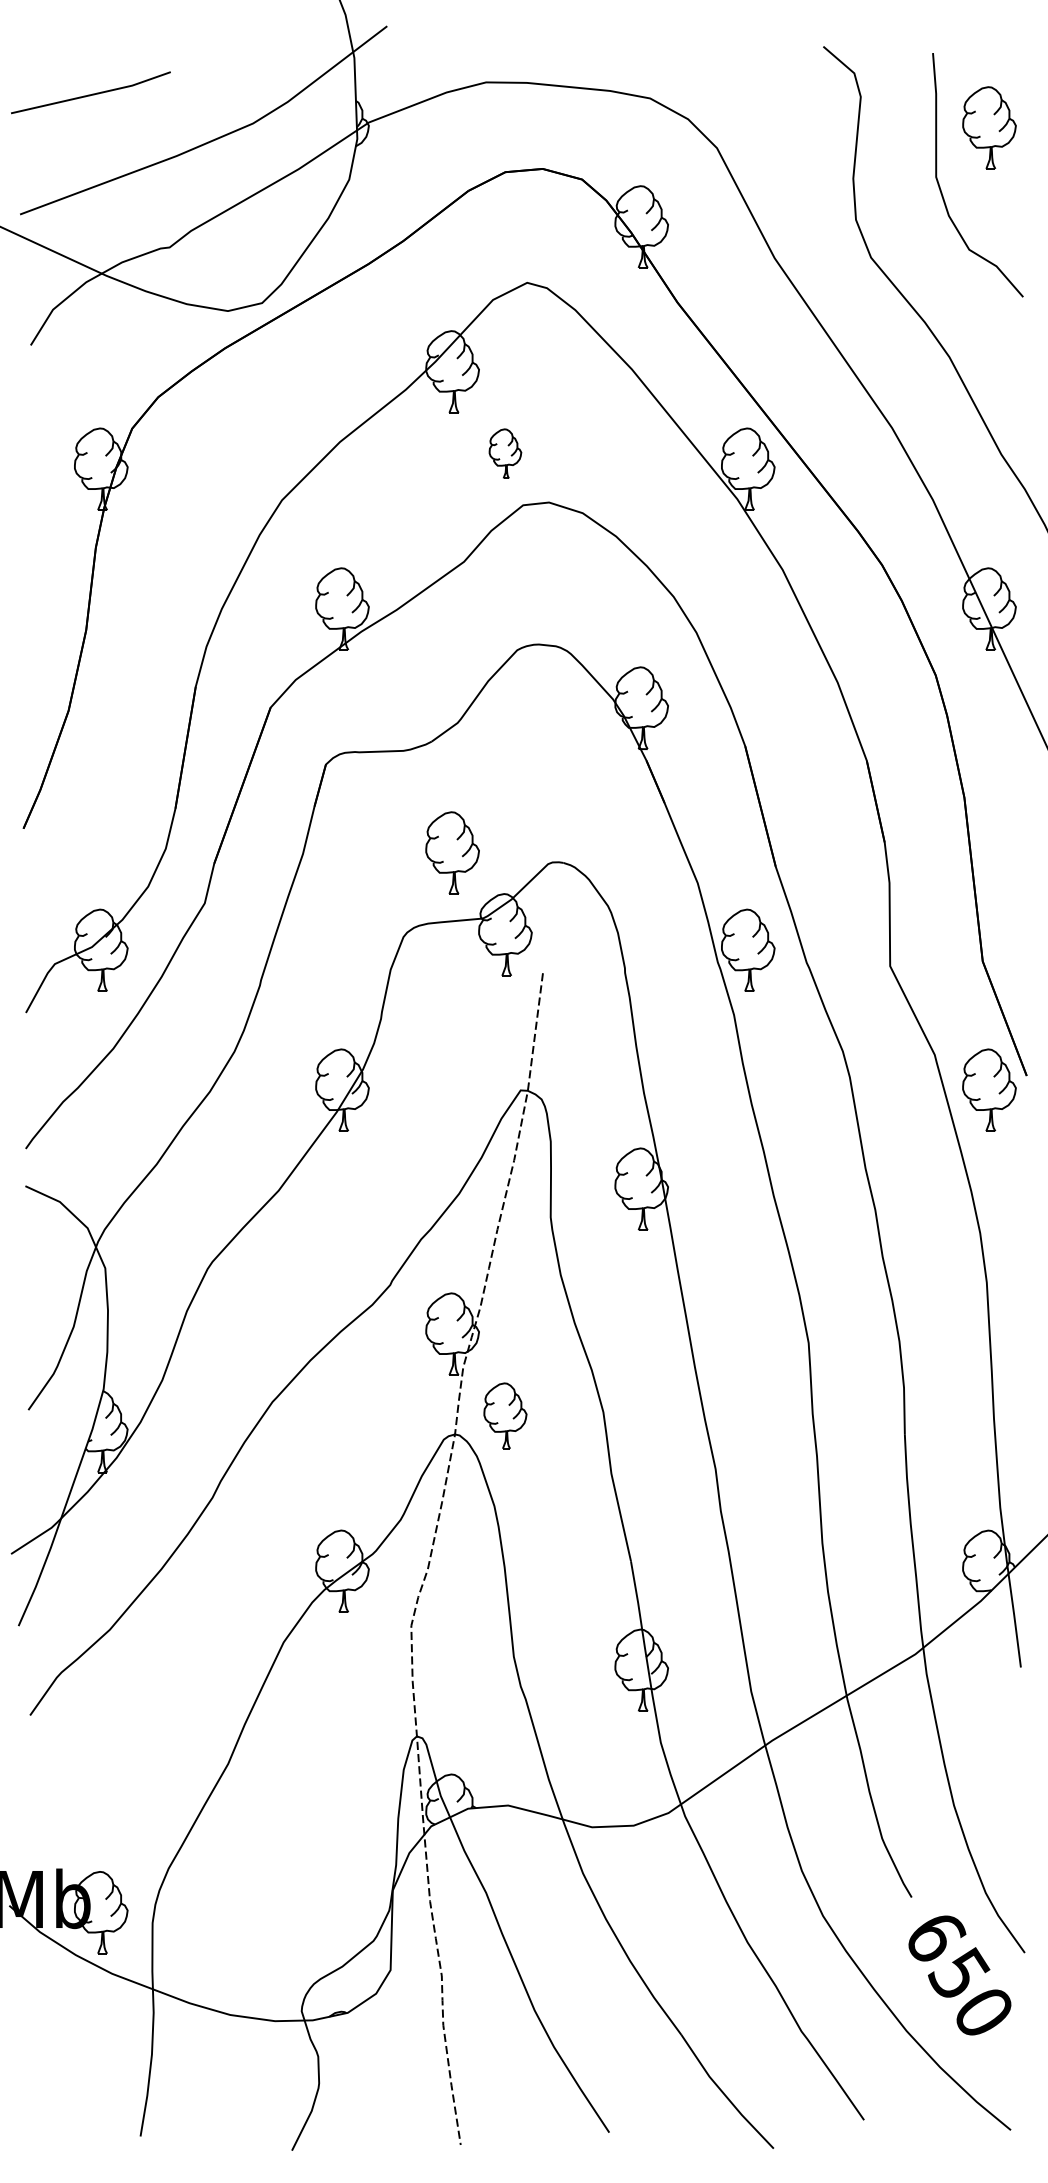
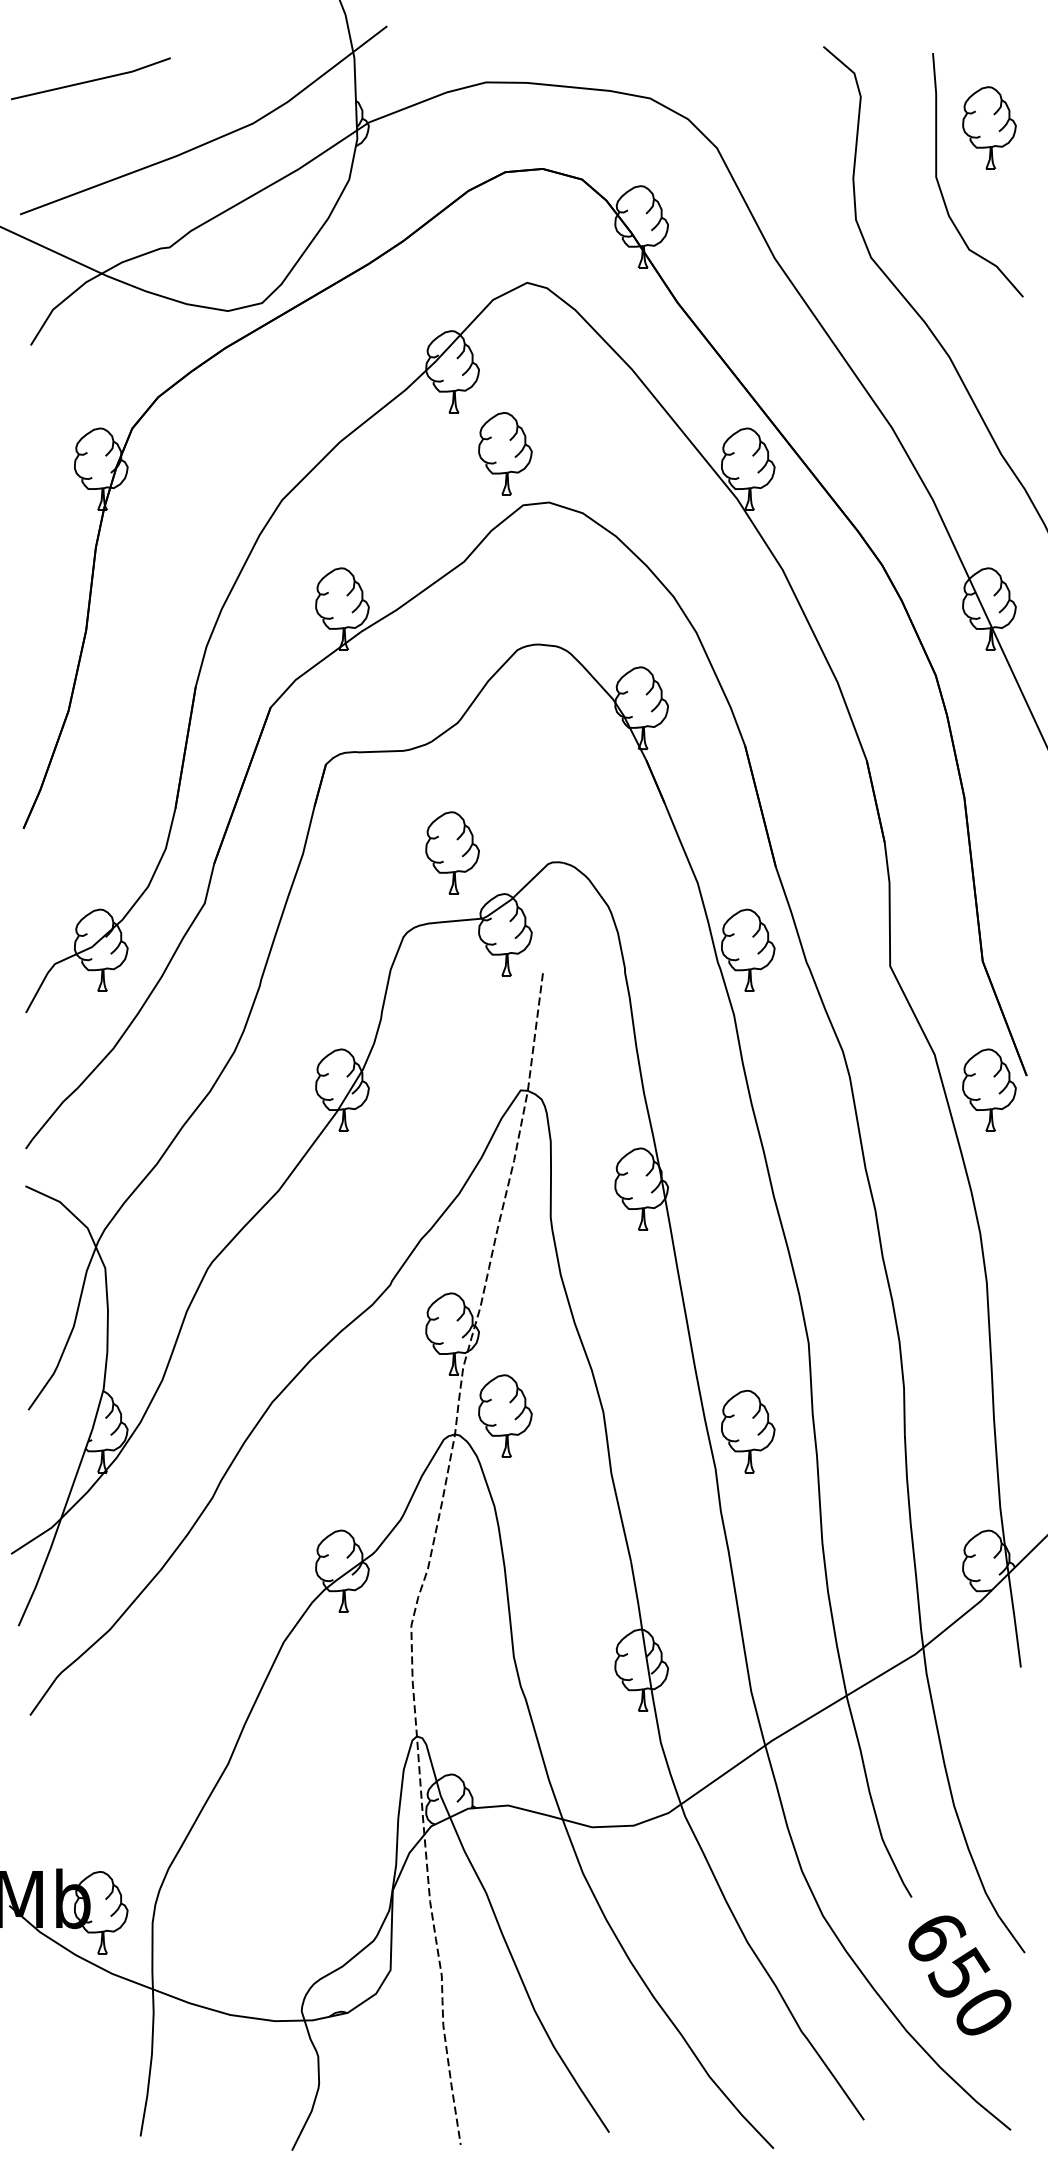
line at (90, 94) position: (90, 94) -> (90, 80)
part at (505, 453) size: 35x51 px -> 55x84 px
part at (505, 1415) size: 45x68 px -> 55x84 px
part at (748, 1431): none -> present
